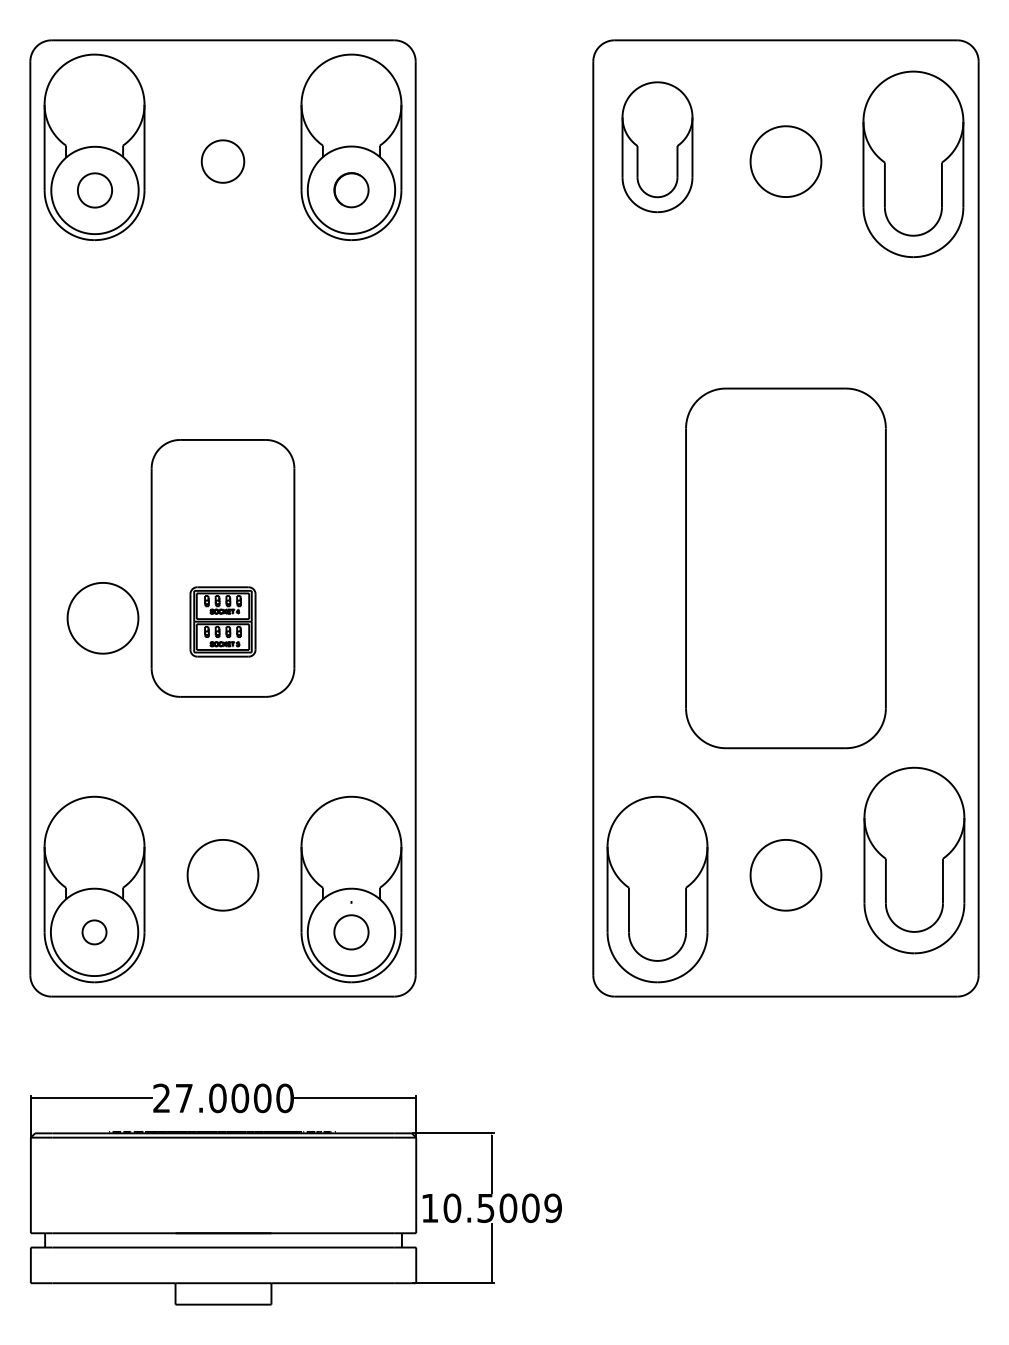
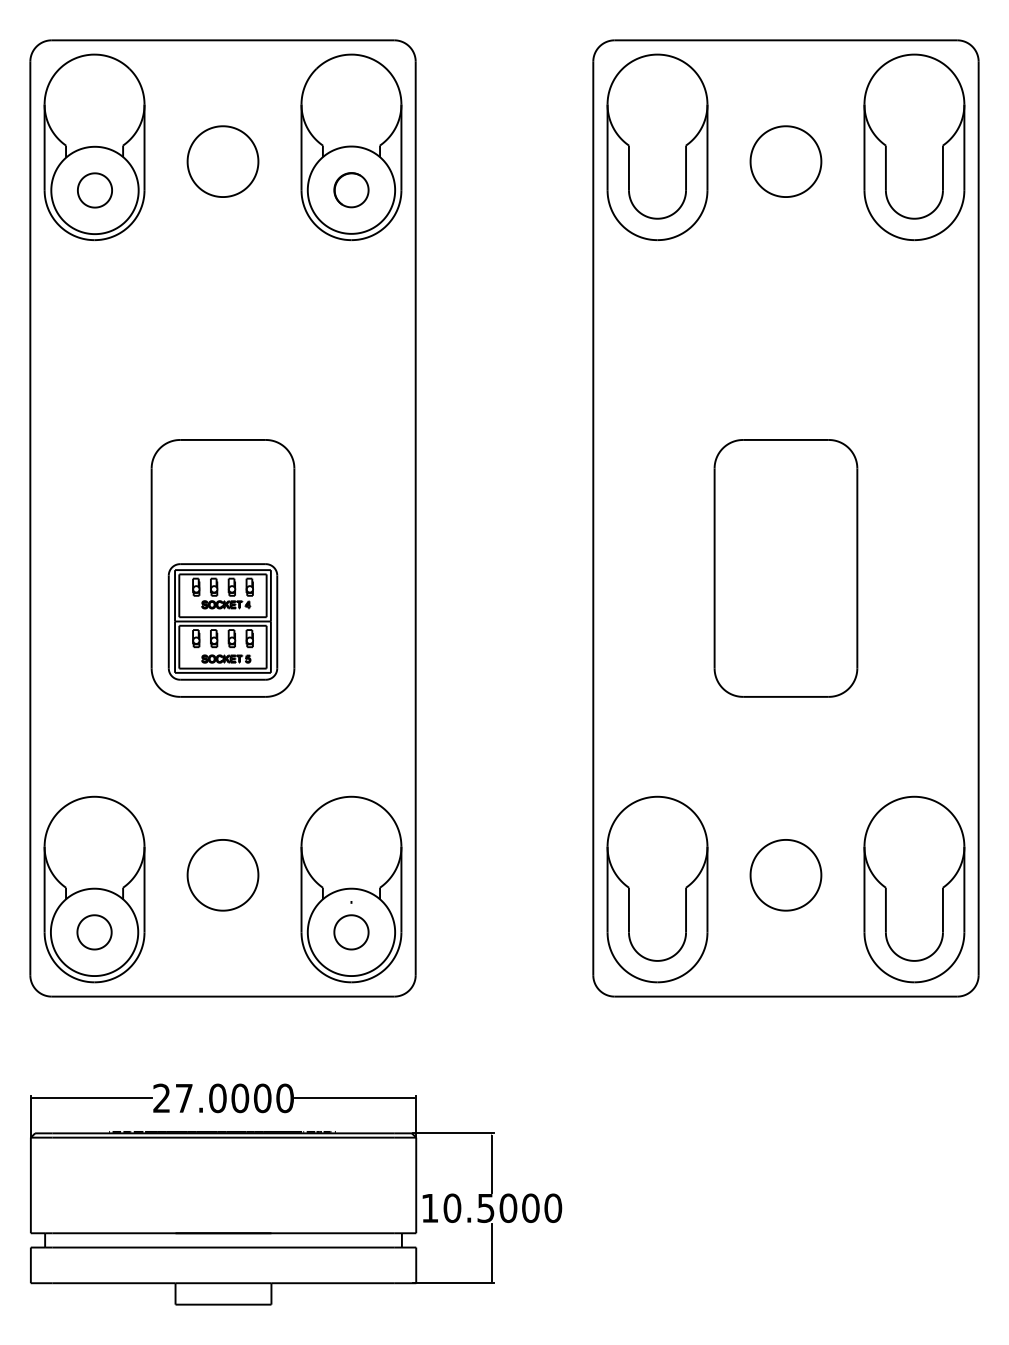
part at (657, 147) size: 73x133 px -> 103x188 px
part at (222, 161) size: 46x45 px -> 74x73 px
part at (913, 163) position: (913, 163) -> (914, 146)
part at (785, 568) size: 202x363 px -> 146x259 px
part at (102, 618): present -> none
part at (222, 621) size: 68x72 px -> 112x118 px
part at (914, 860) position: (914, 860) -> (914, 889)
part at (94, 932) size: 27x27 px -> 37x37 px
text at (553, 1208): 10.5009 -> 10.5000
